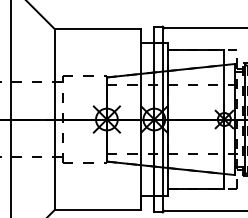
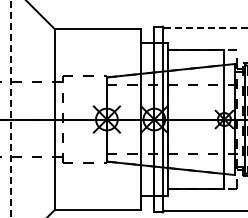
line at (206, 28): solid -> dashed
line at (11, 109): solid -> dashed
